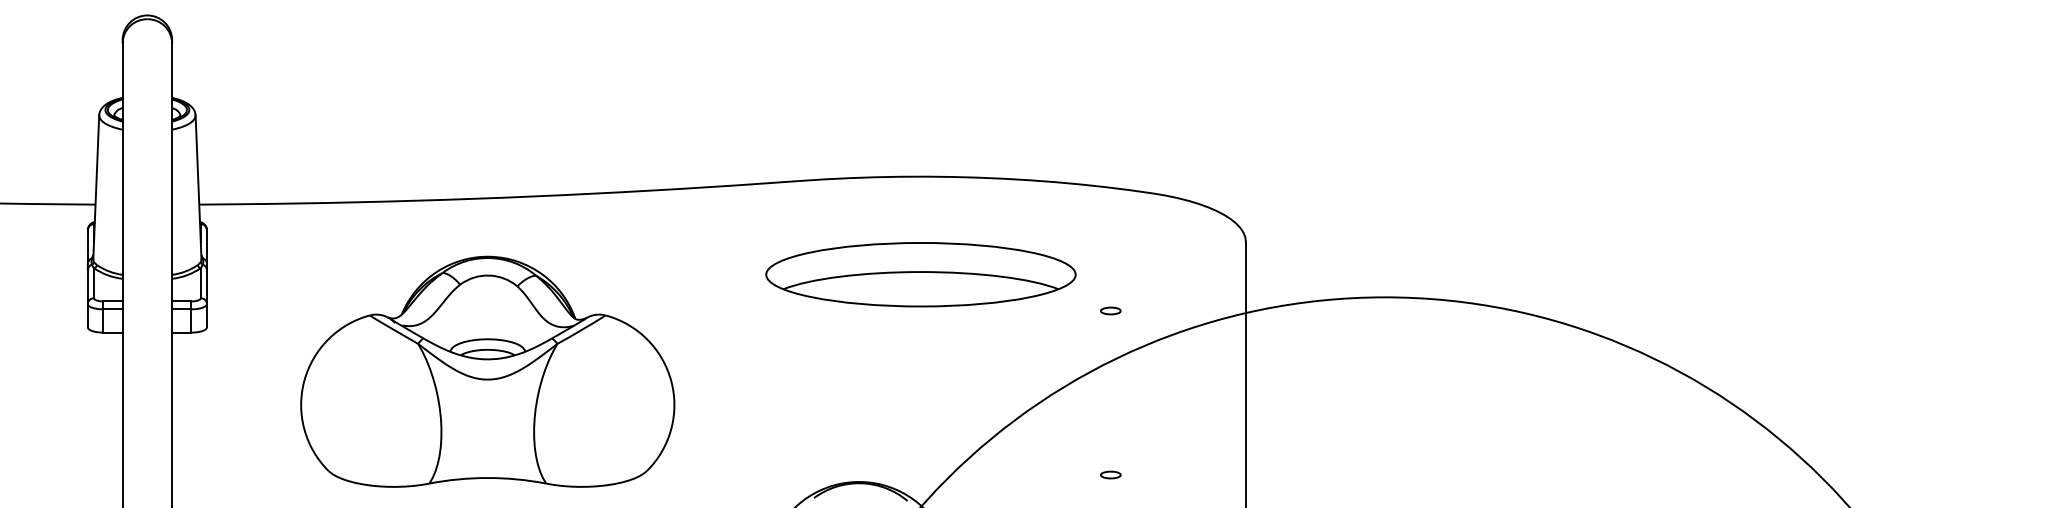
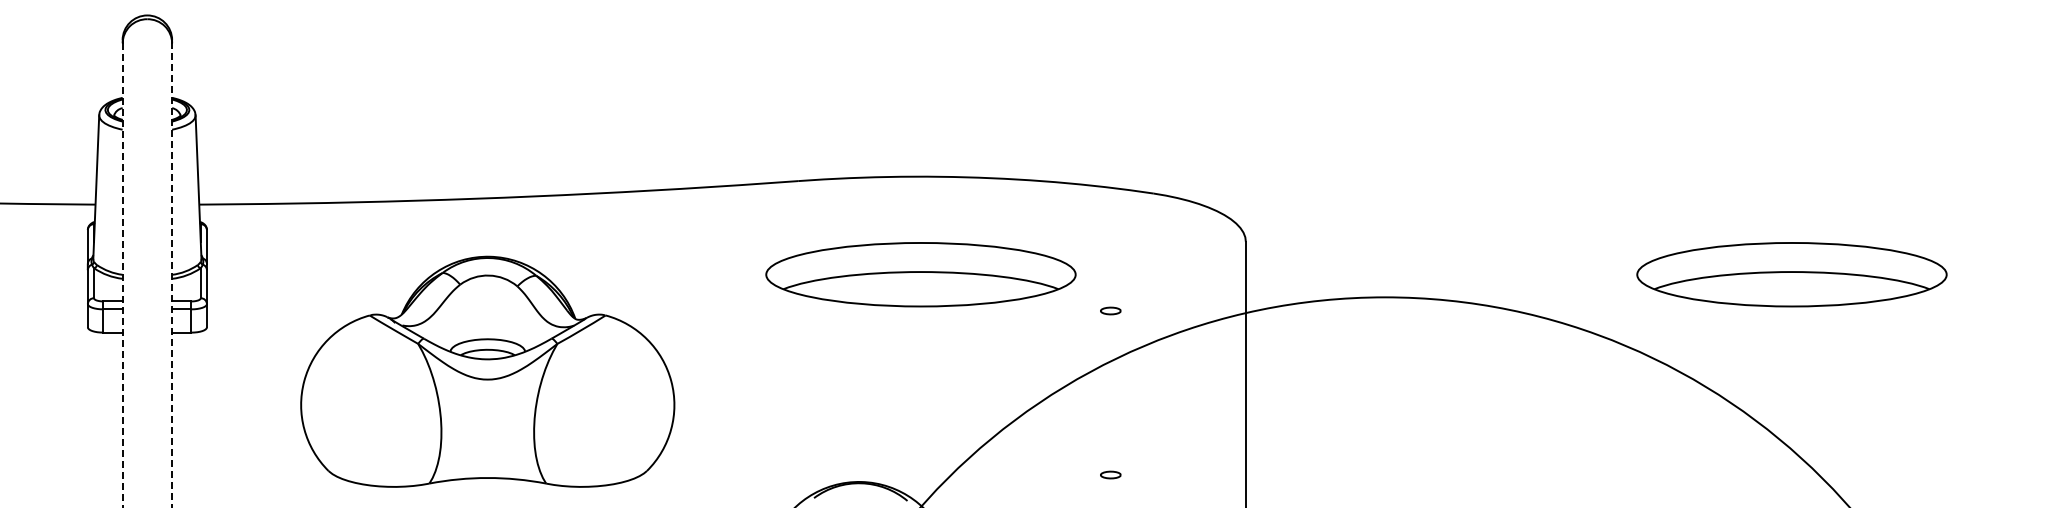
part at (1791, 274): none -> present
line at (172, 275): solid -> dashed
line at (122, 276): solid -> dashed
